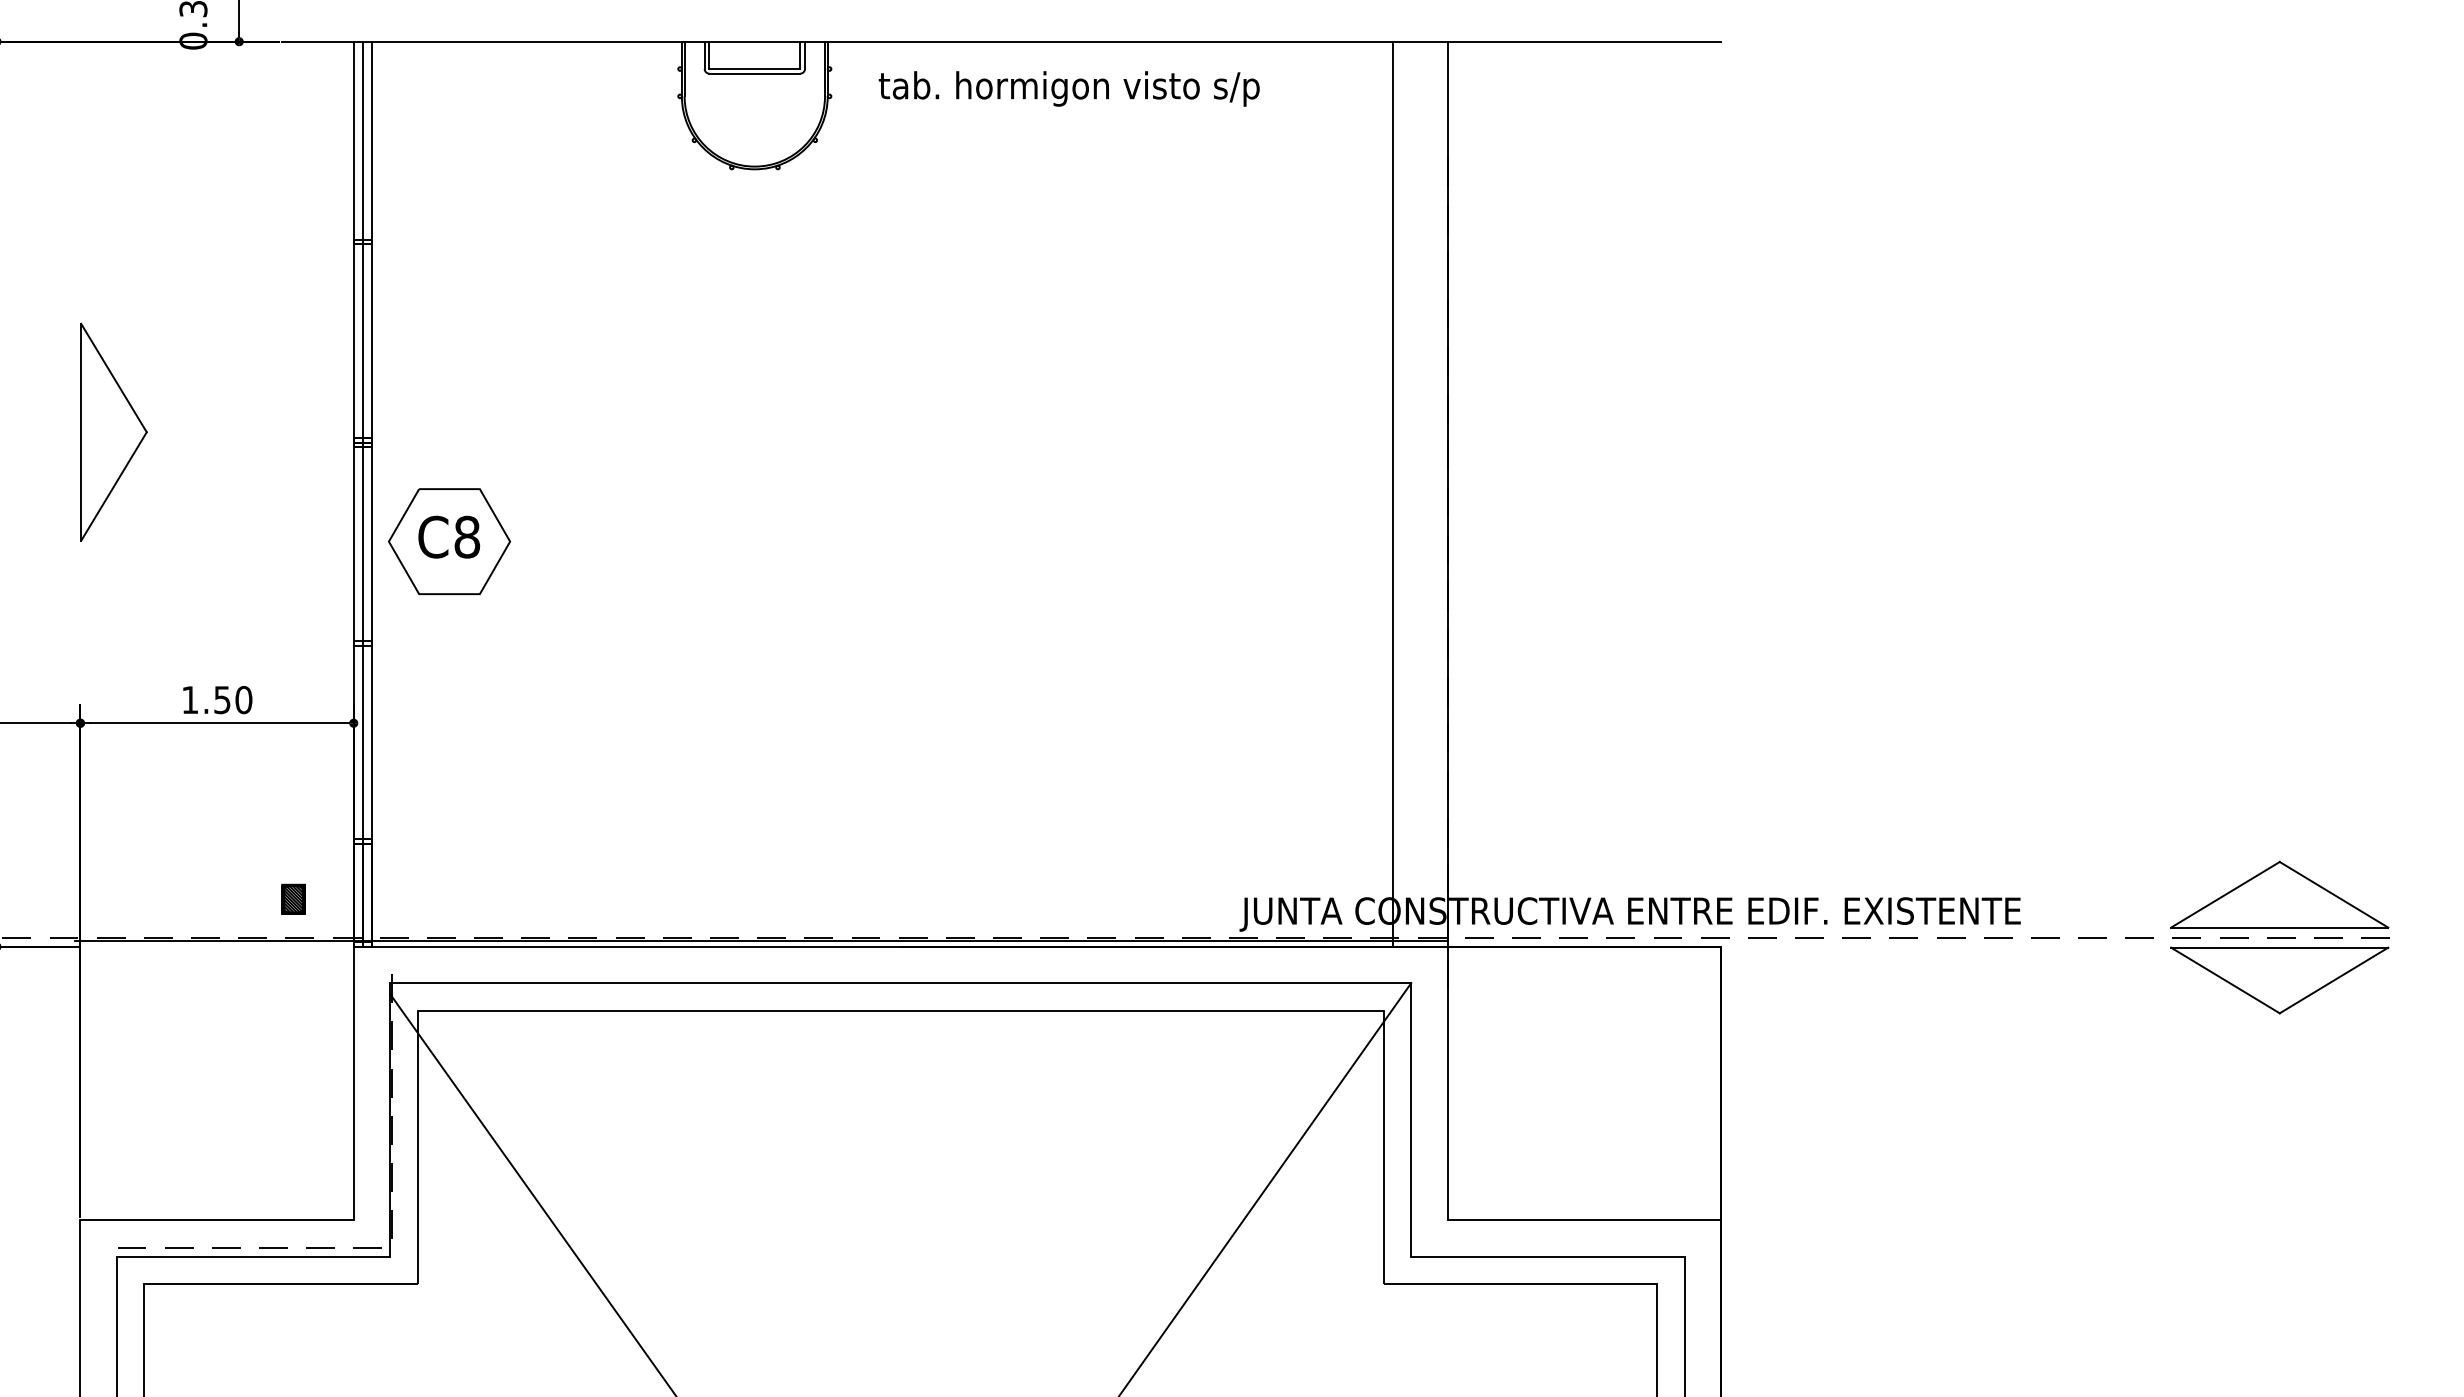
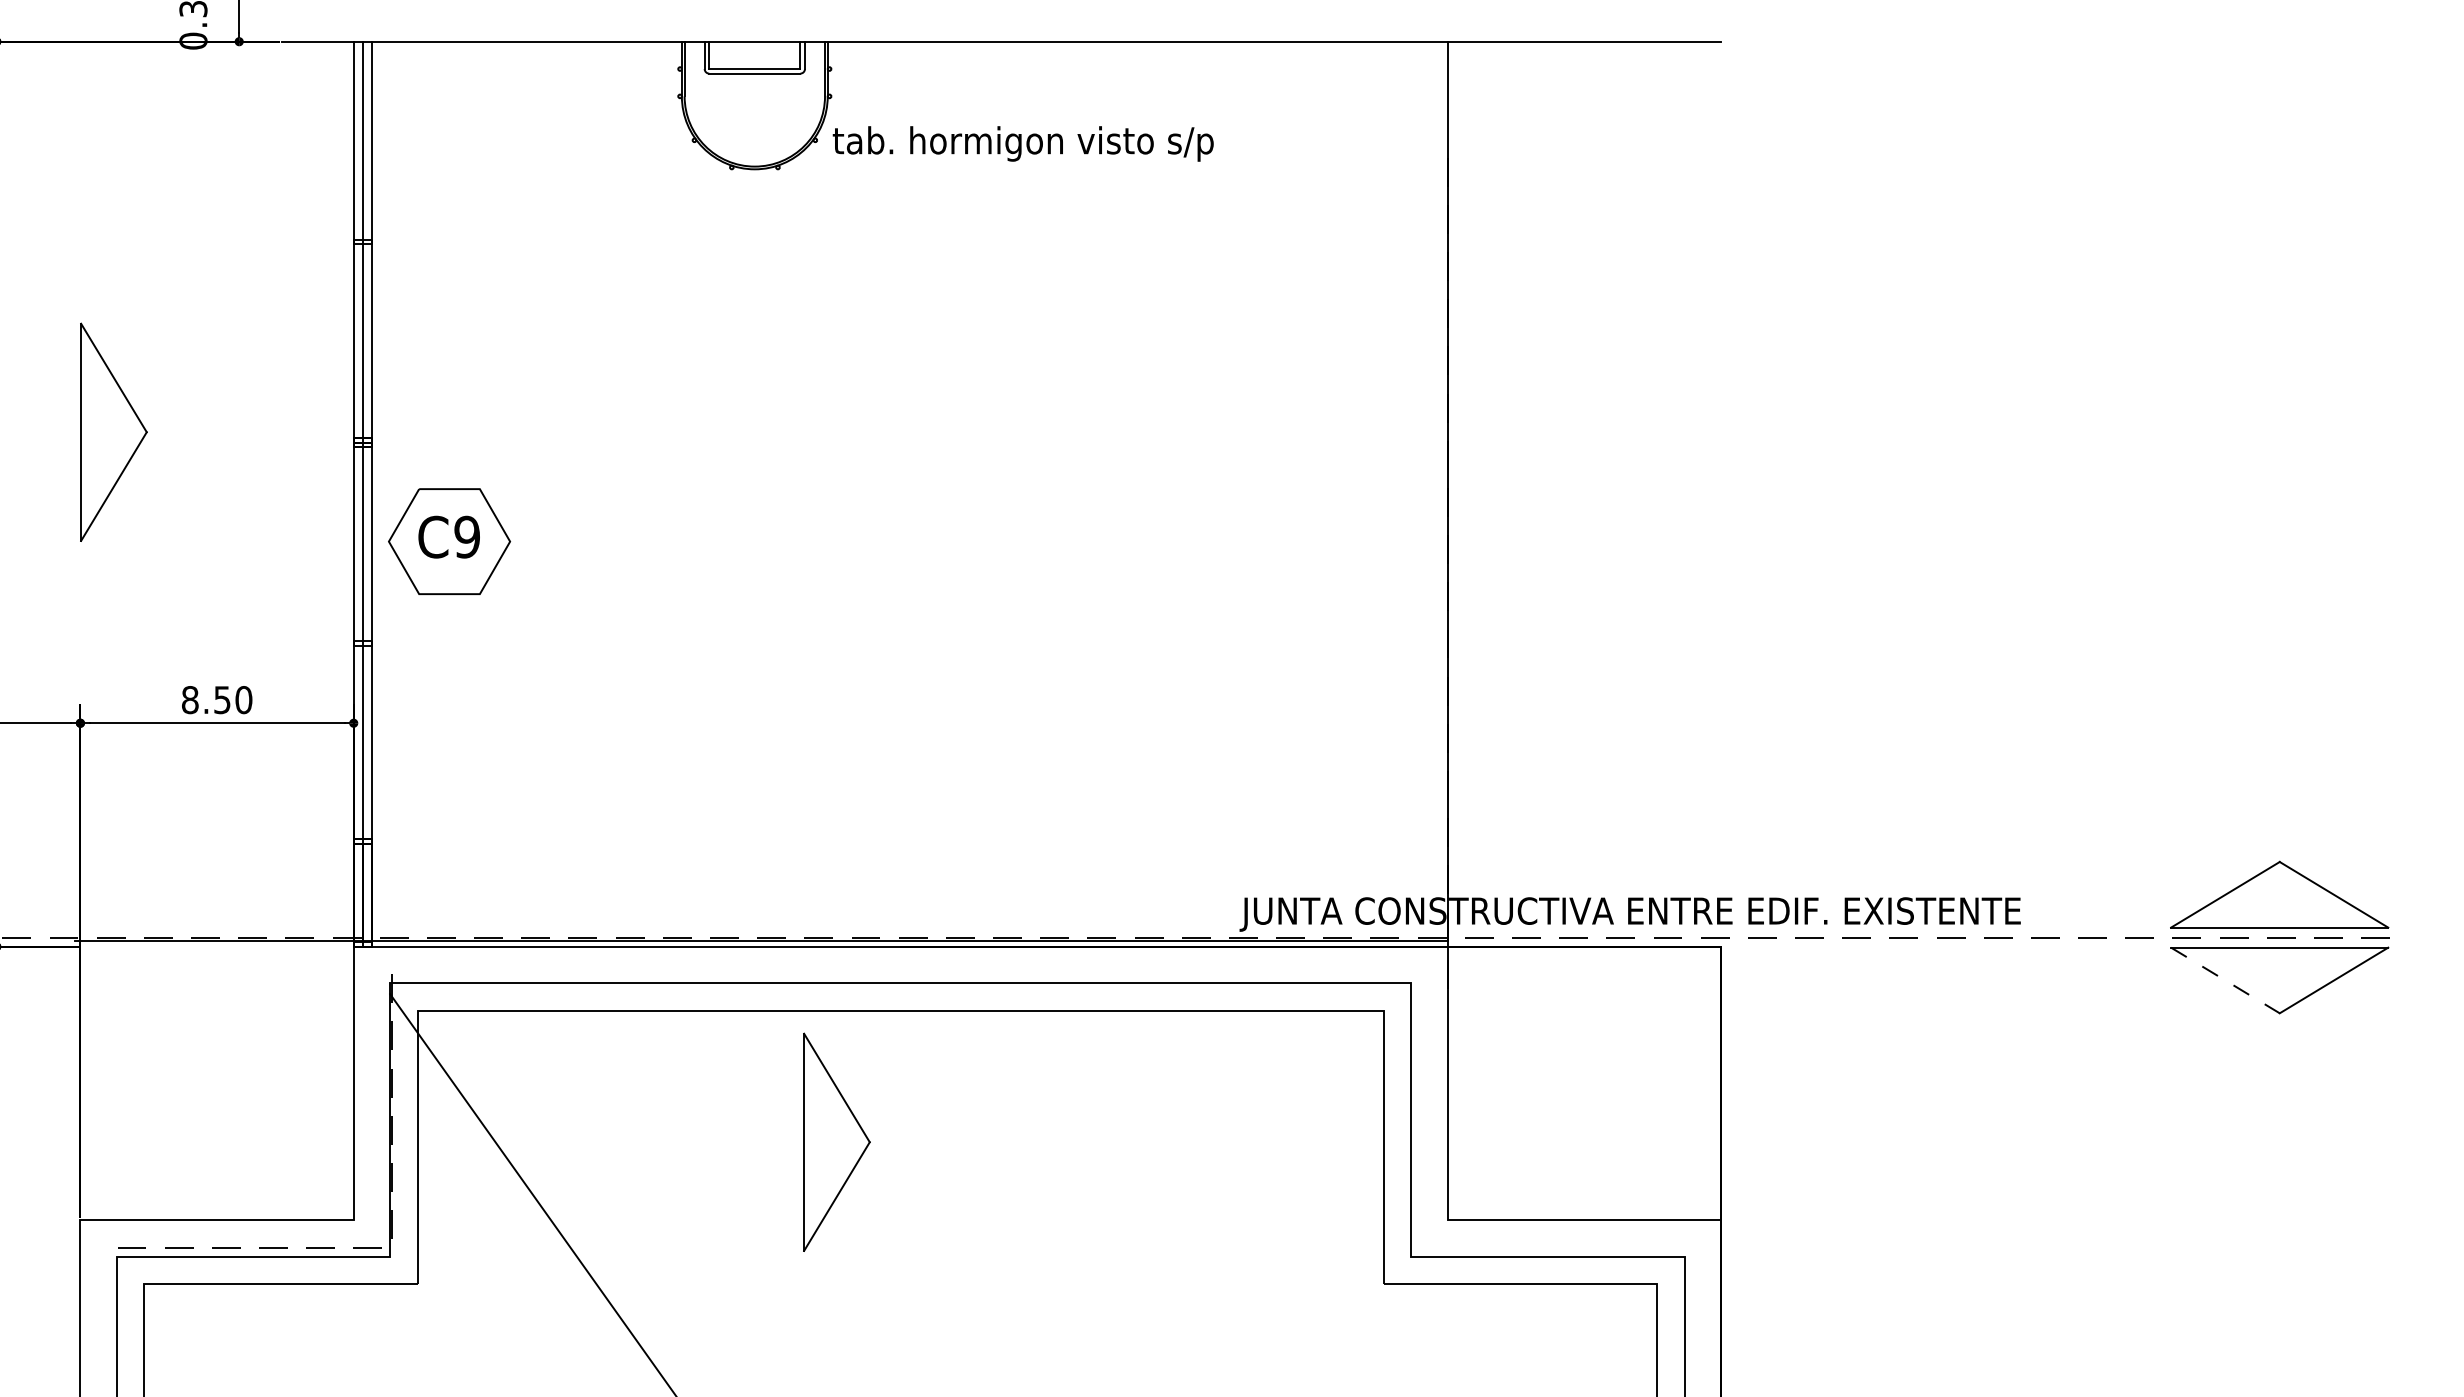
text at (1068, 88) position: (1068, 88) -> (1022, 143)
line at (1392, 493): present -> none
text at (467, 537): C8 -> C9
text at (190, 700): 1.50 -> 8.50
part at (293, 898): present -> none
line at (2225, 980): solid -> dashed
part at (836, 1141): none -> present
line at (1266, 1188): present -> none
